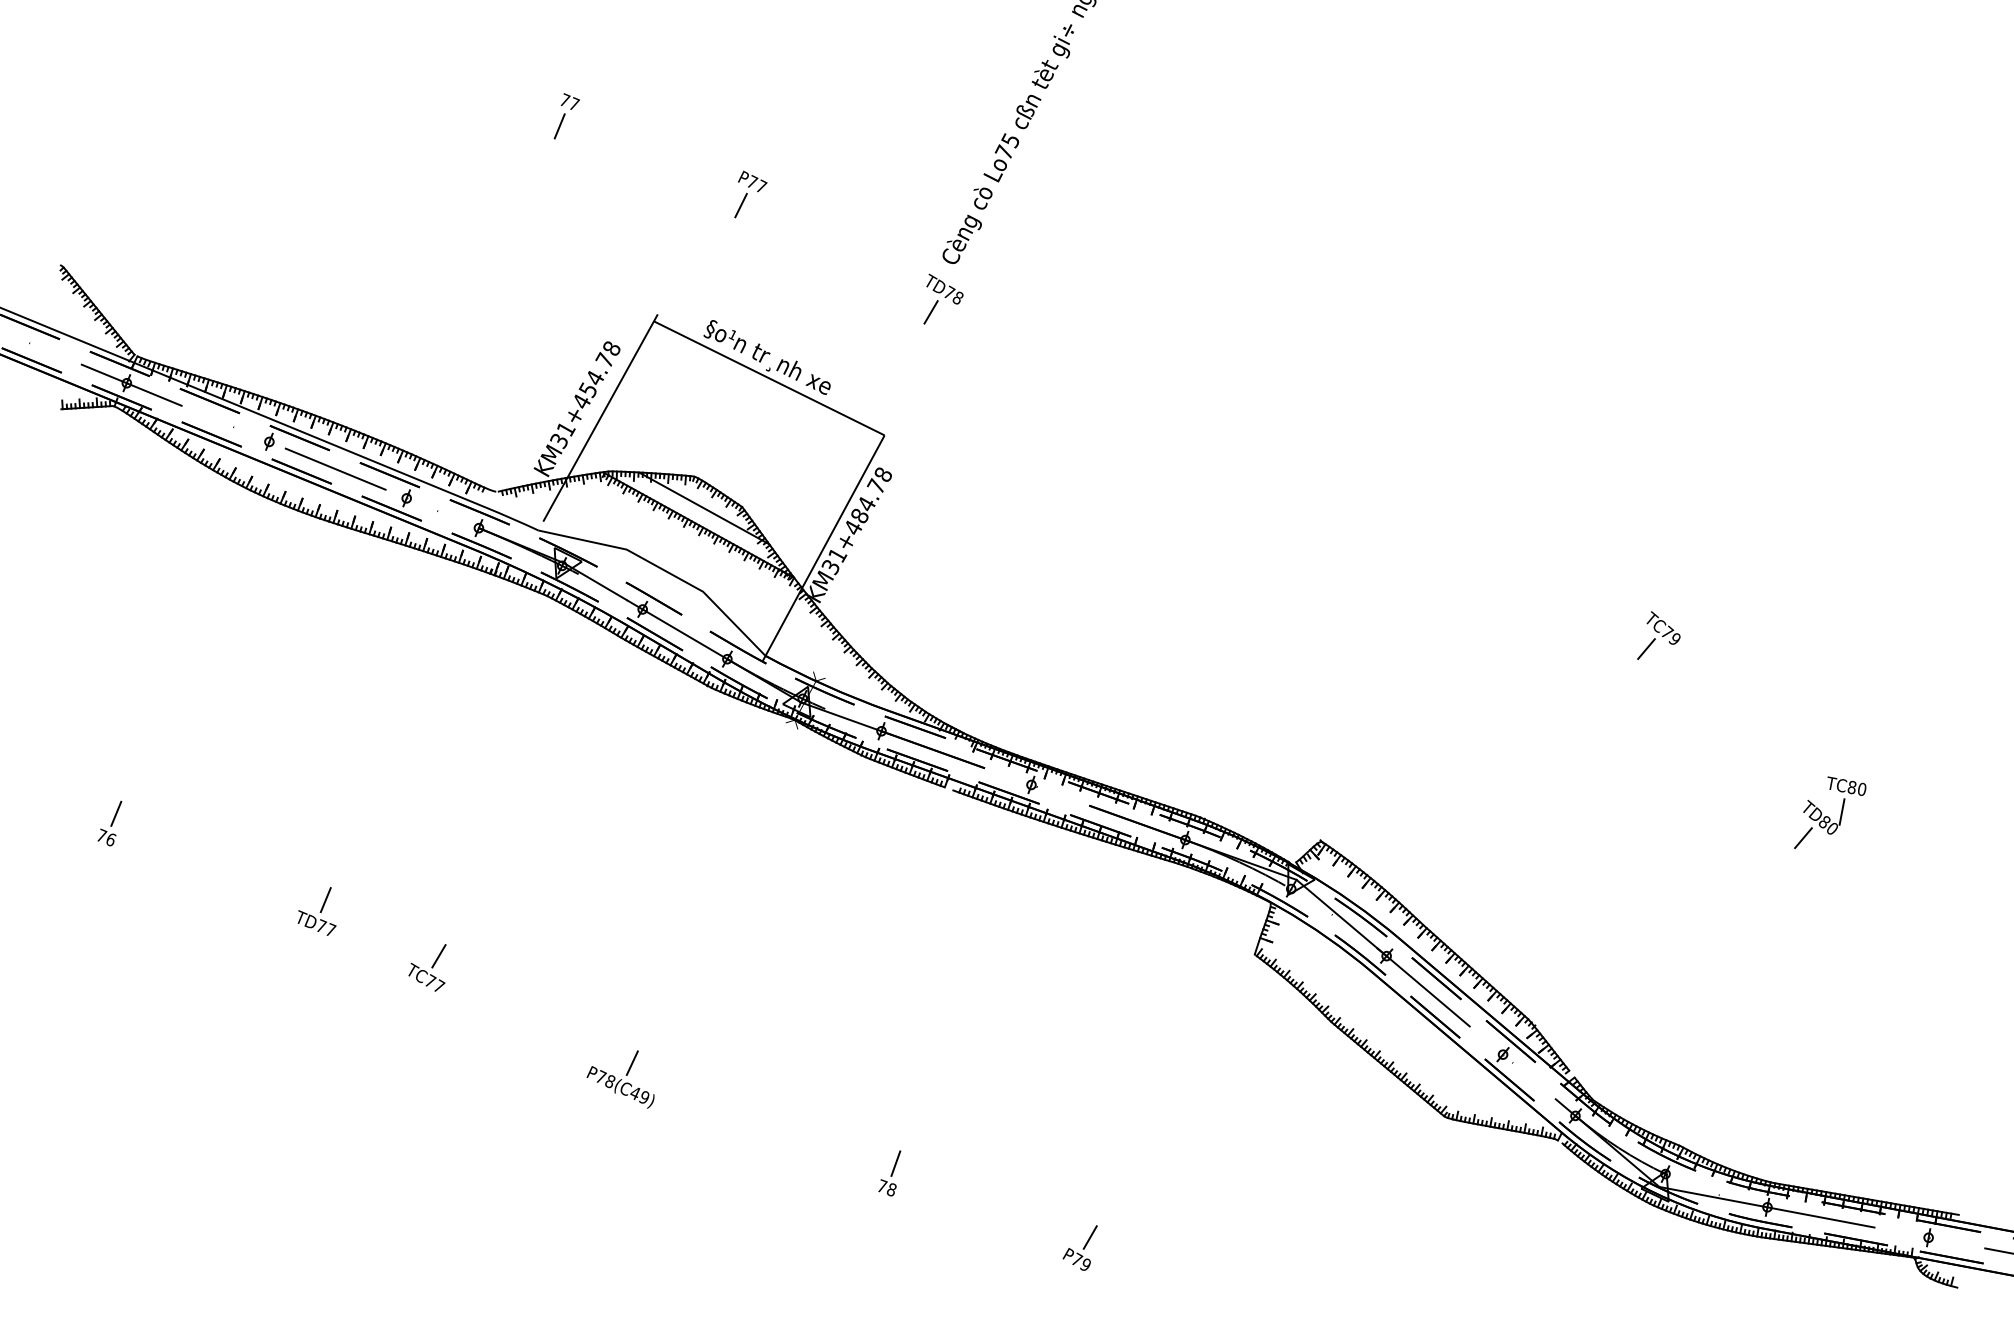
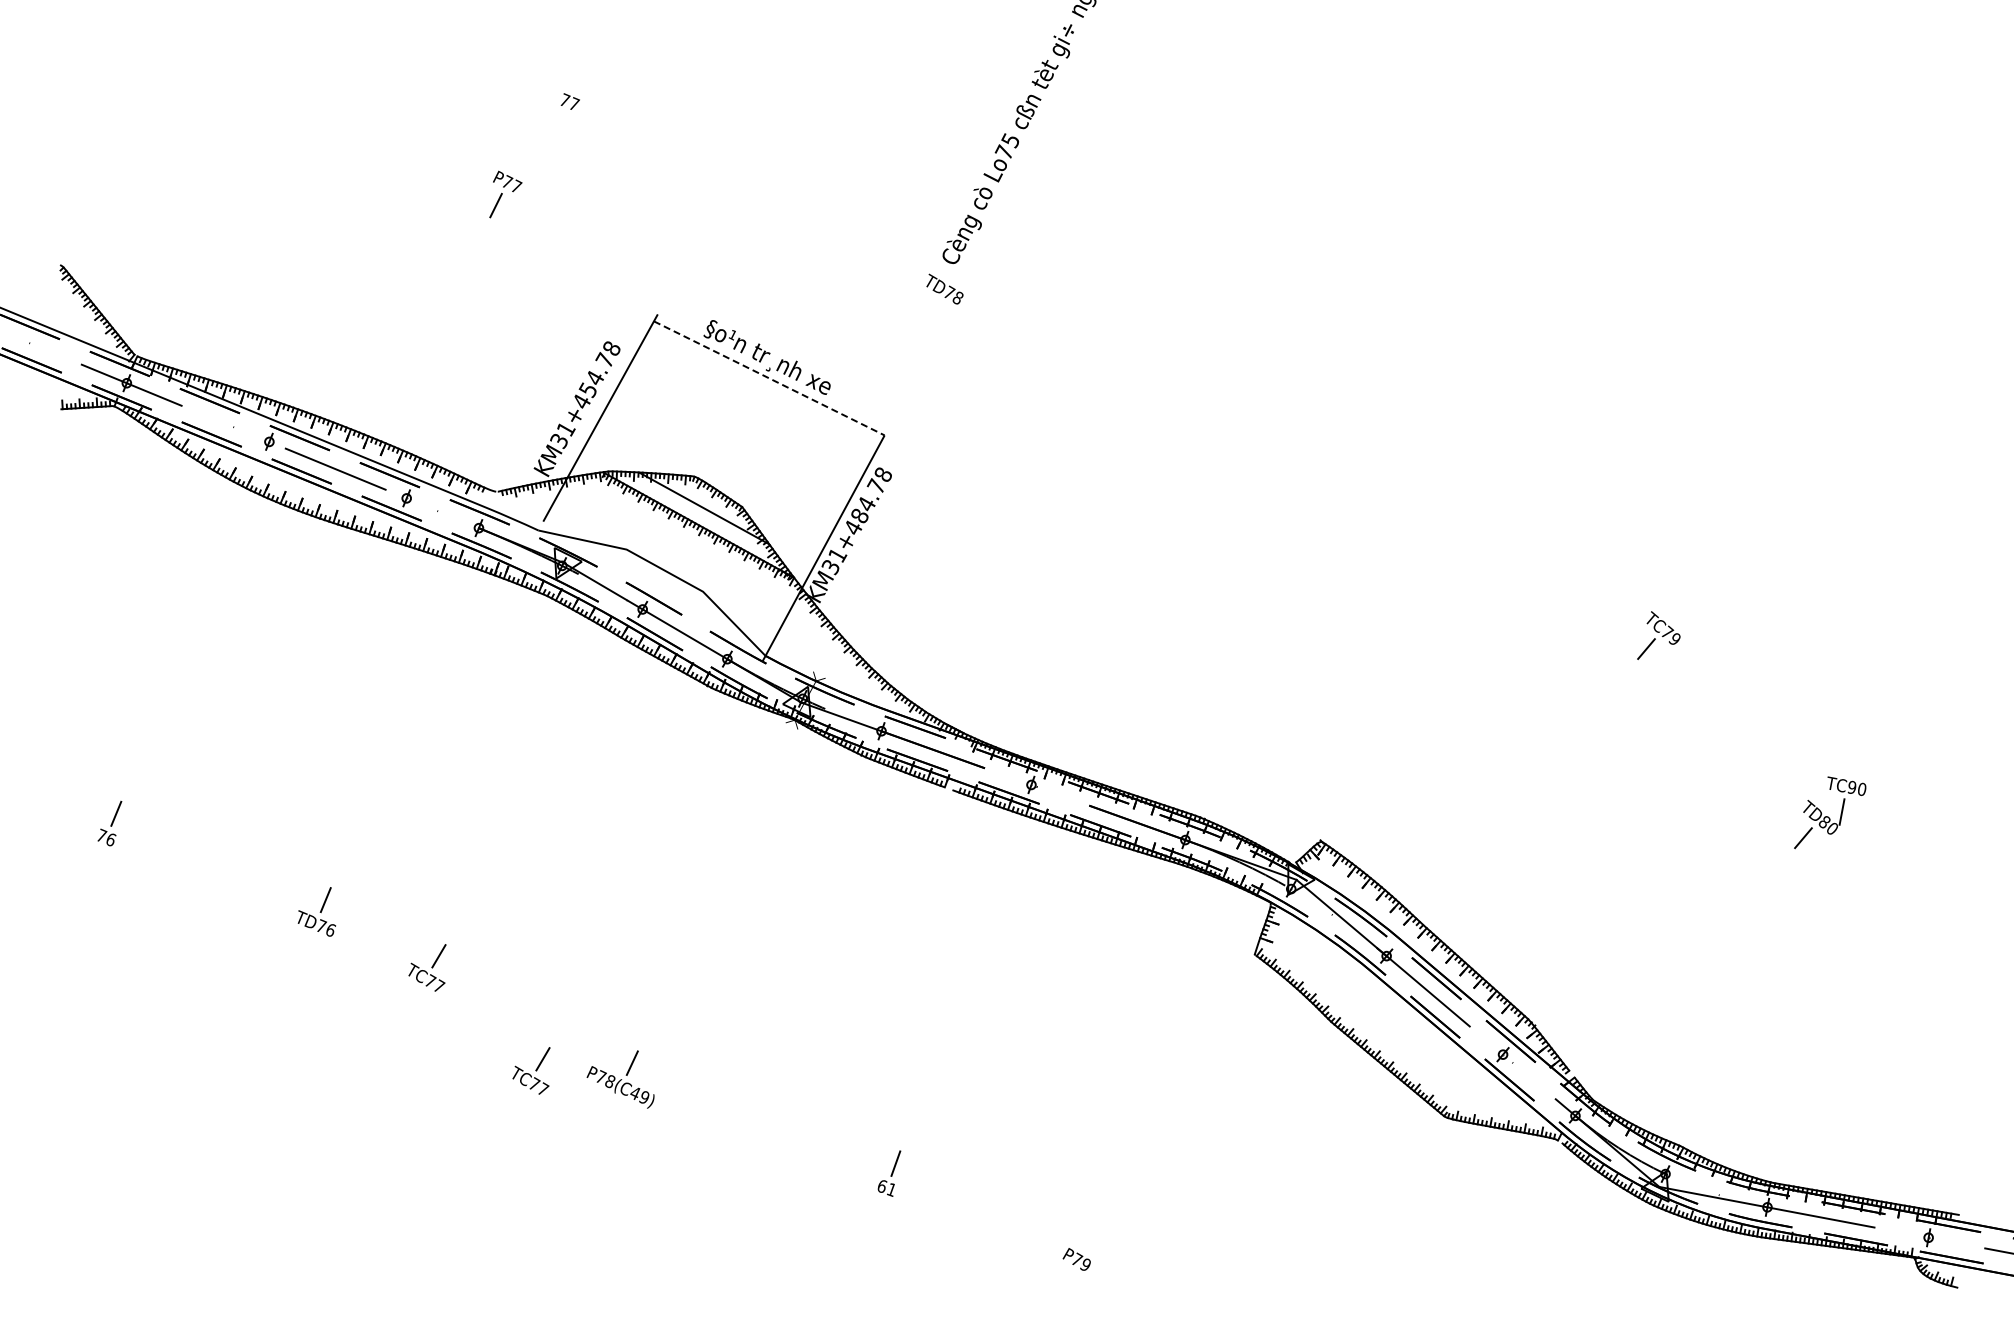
line at (559, 126): present -> none
part at (750, 194) position: (750, 194) -> (505, 194)
line at (930, 312): present -> none
line at (769, 378): solid -> dashed
text at (1851, 787): TC80 -> TC90
text at (331, 929): TD77 -> TD76
part at (531, 1070): none -> present
text at (886, 1187): 78 -> 61
line at (1089, 1237): present -> none
